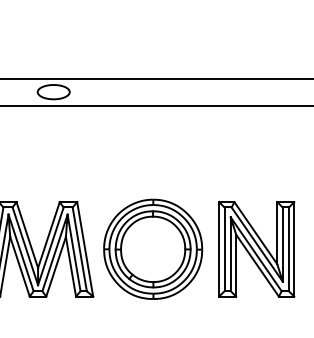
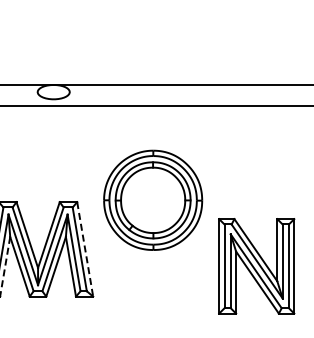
line at (156, 78) position: (156, 78) -> (156, 84)
part at (153, 248) position: (153, 248) -> (153, 199)
line at (85, 249): solid -> dashed
part at (256, 249) position: (256, 249) -> (256, 266)
line at (5, 267): solid -> dashed
